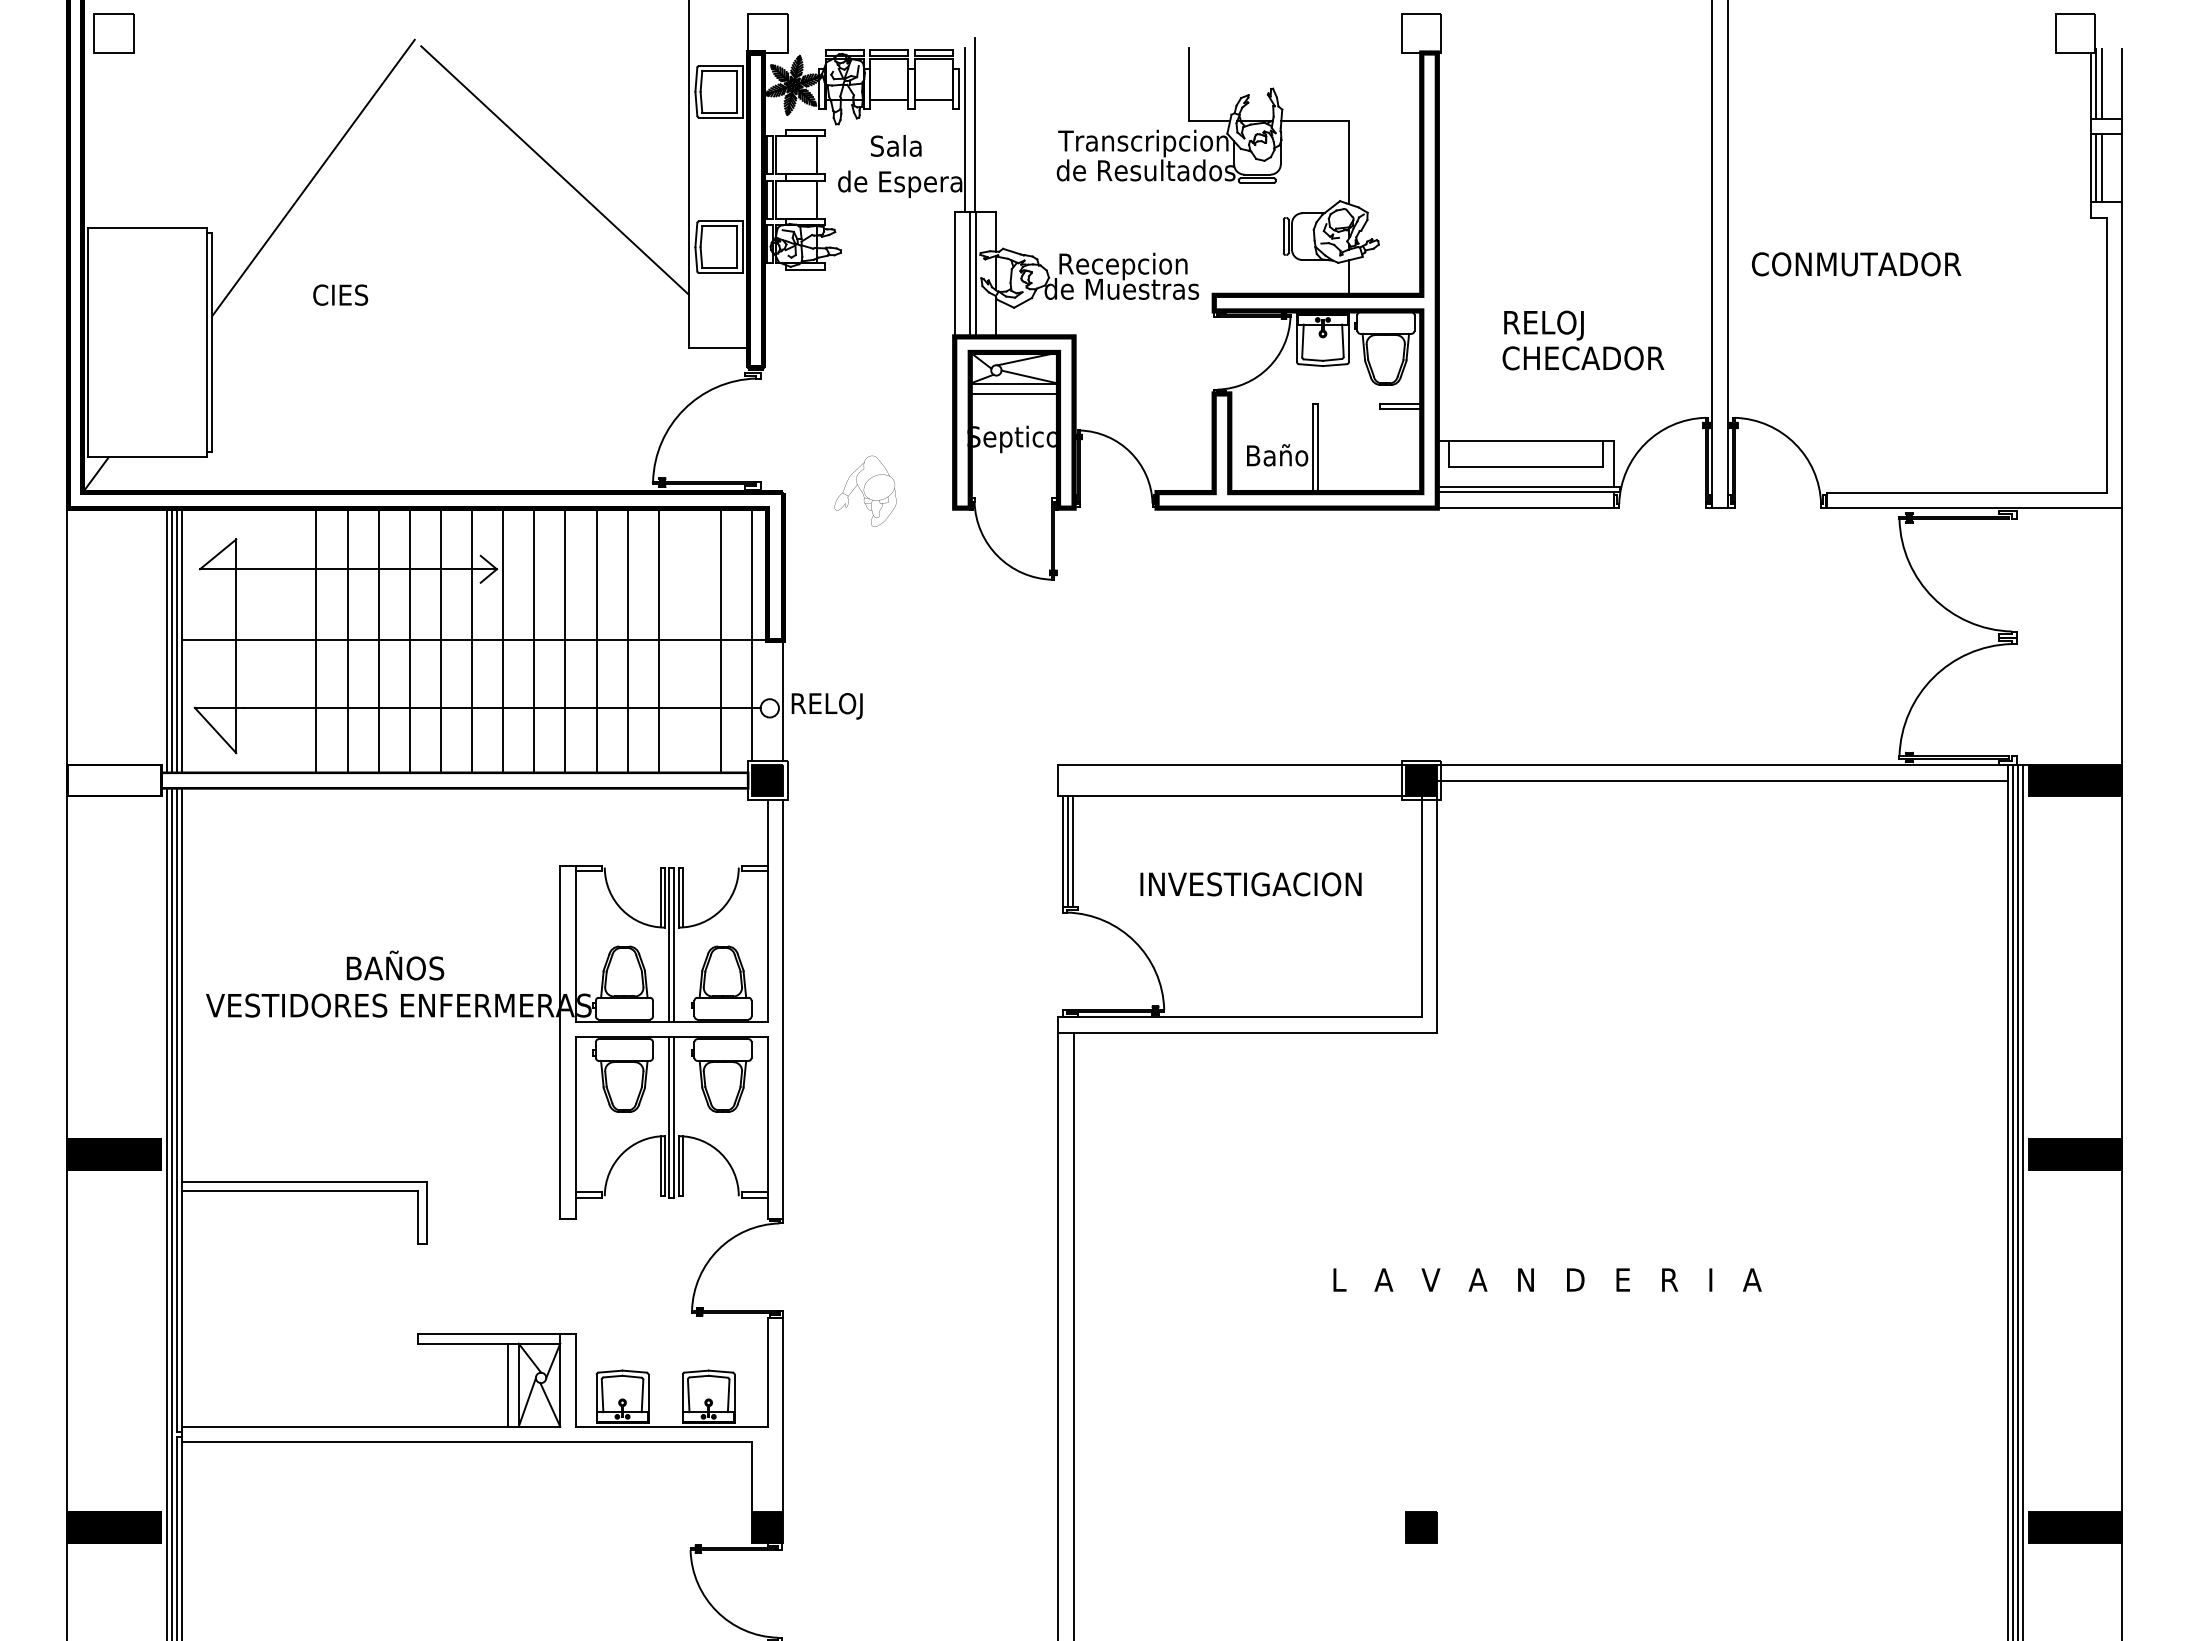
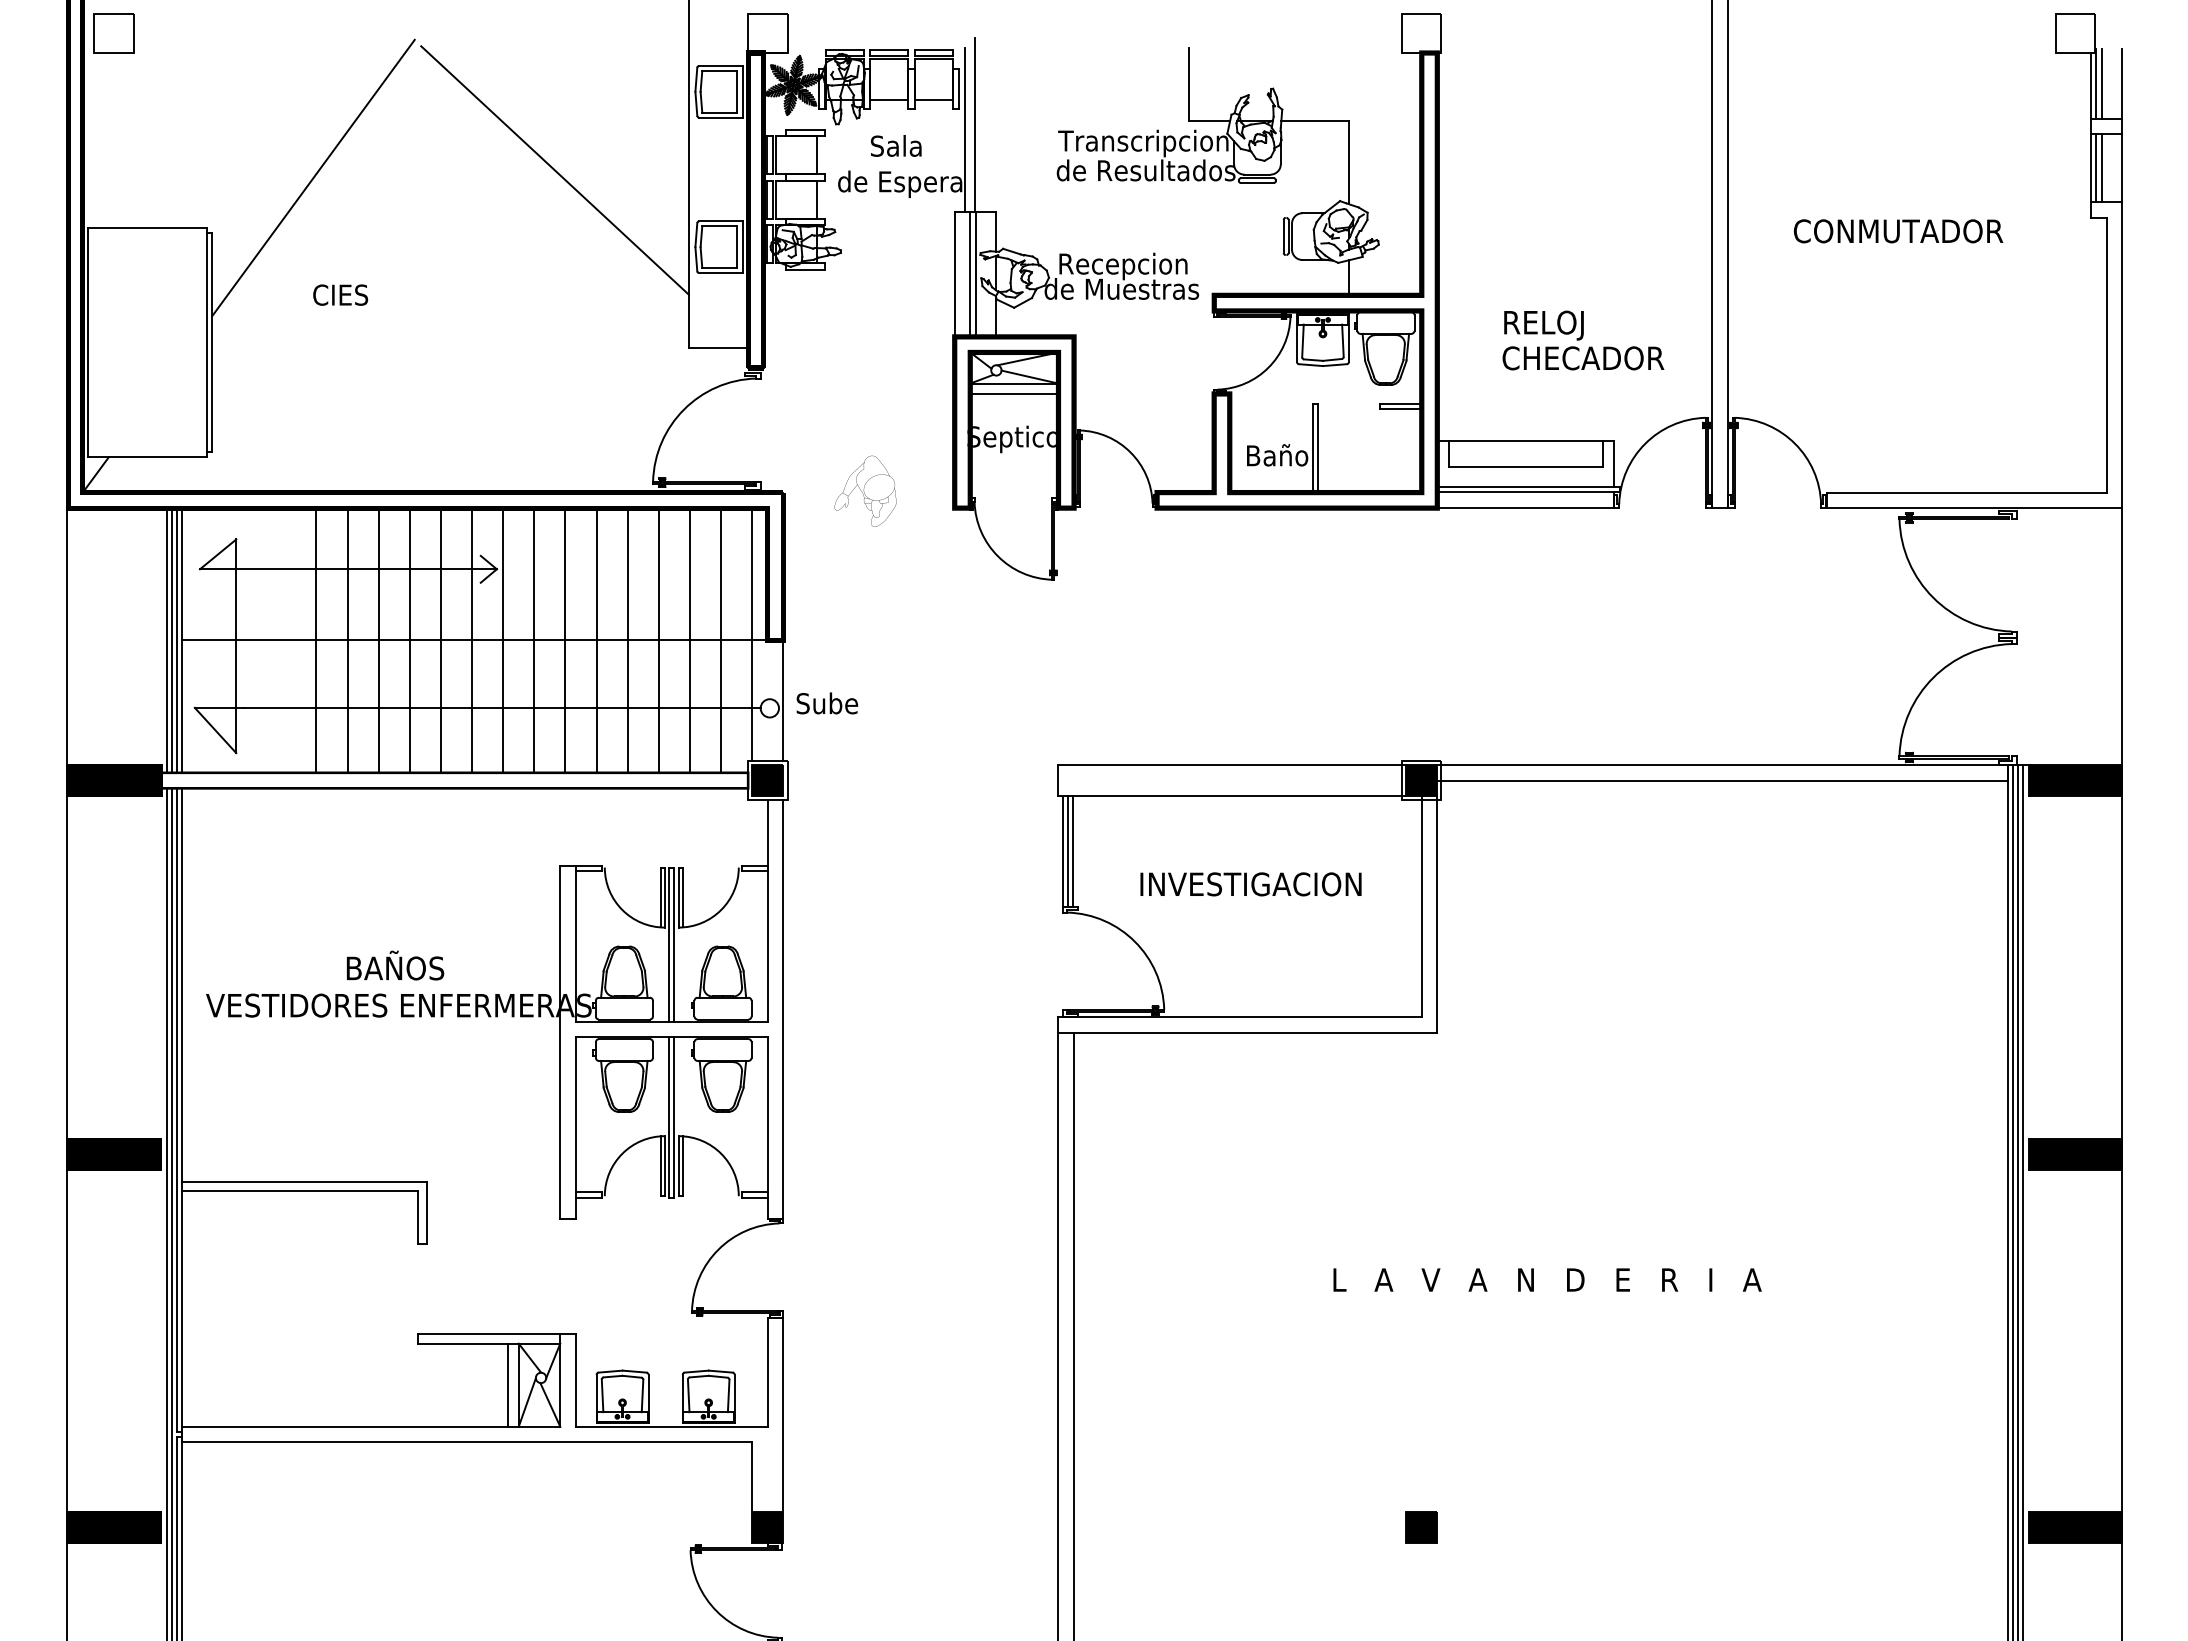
text at (1856, 264) position: (1856, 264) -> (1898, 231)
line at (690, 640): none -> present
text at (826, 705): RELOJ -> Sube
fill at (114, 780): none -> present
